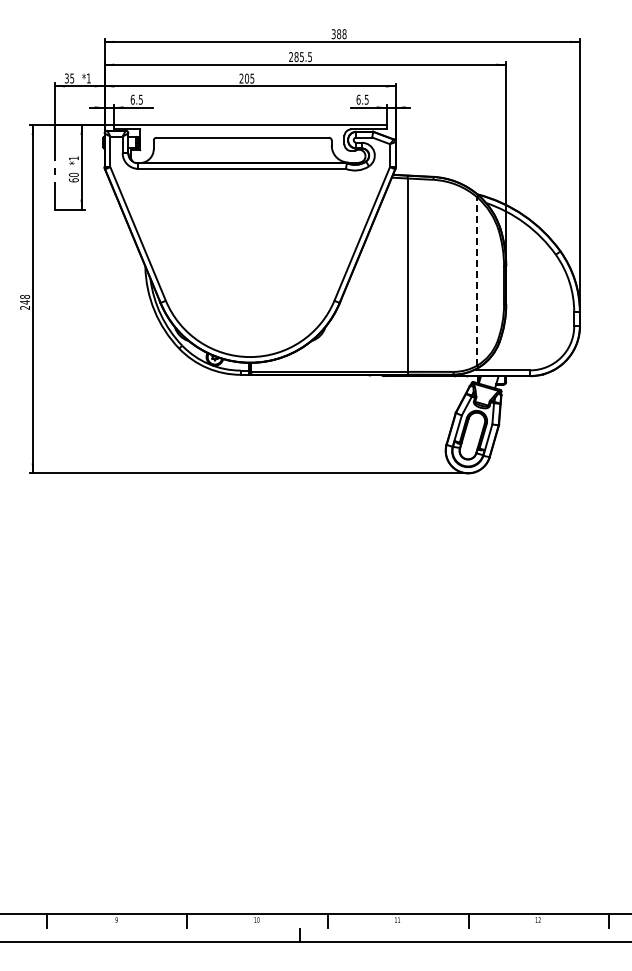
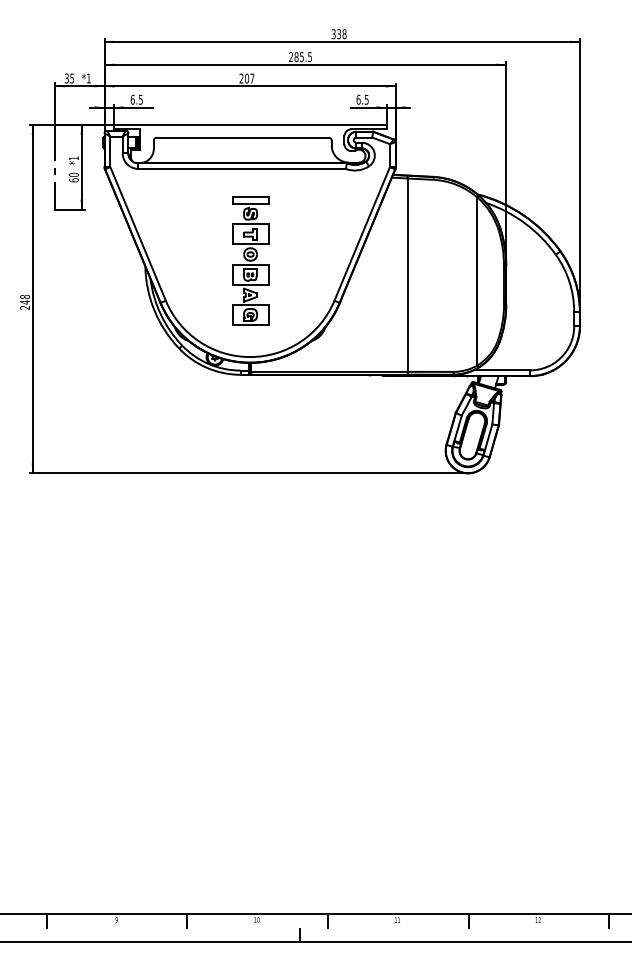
text at (339, 34): 388 -> 338
text at (252, 78): 205 -> 207
part at (250, 260): none -> present
line at (477, 281): dashed -> solid
